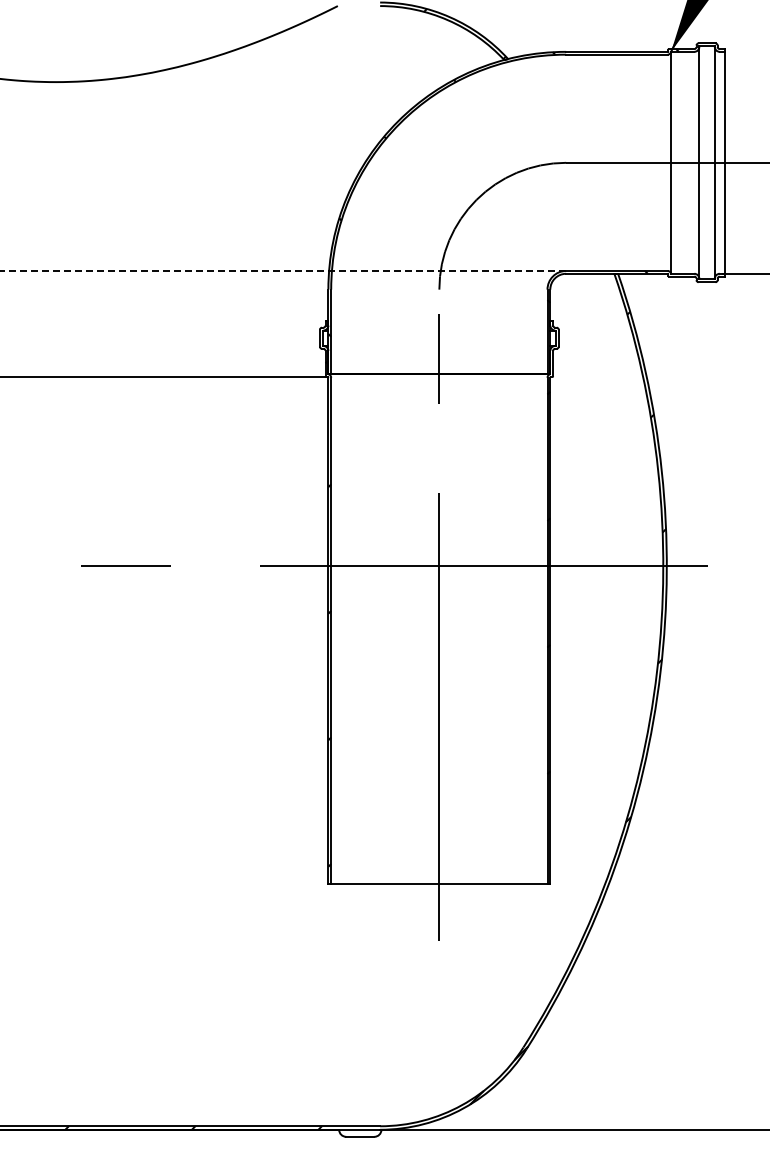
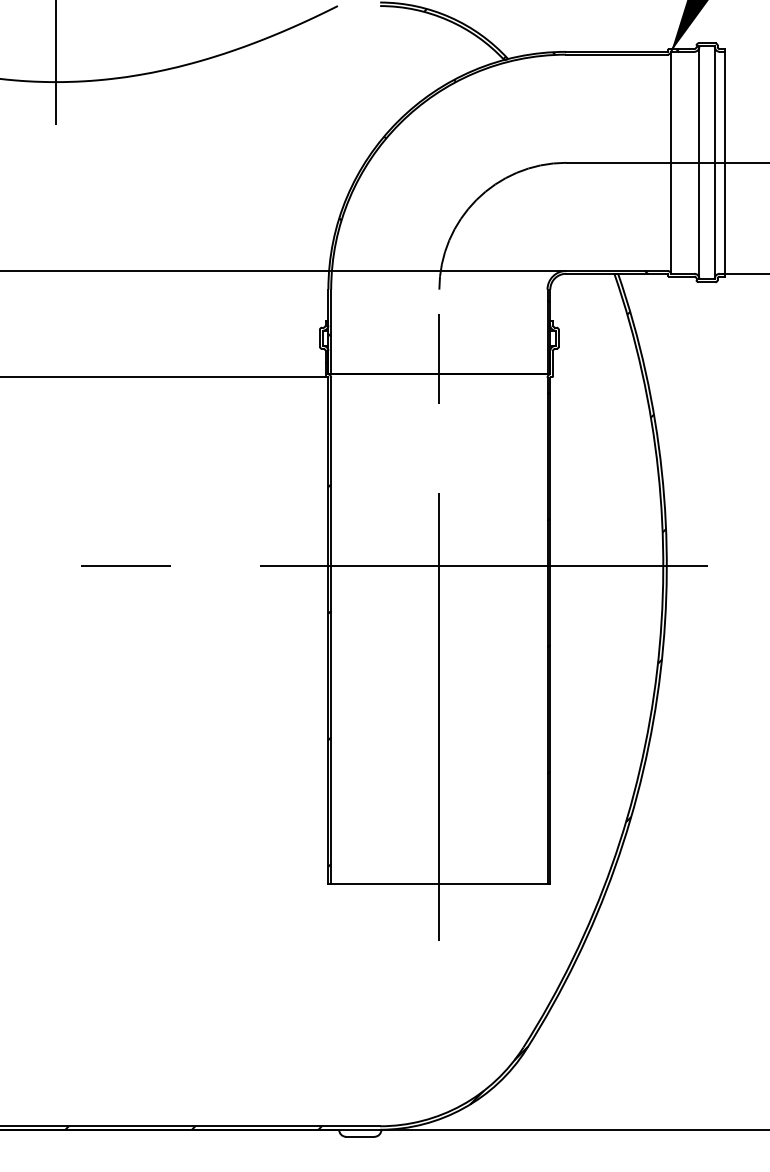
line at (56, 63): none -> present
line at (283, 270): dashed -> solid
